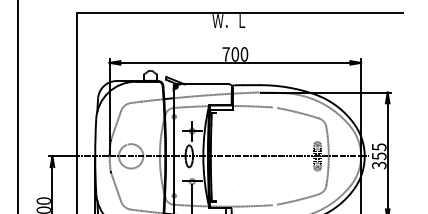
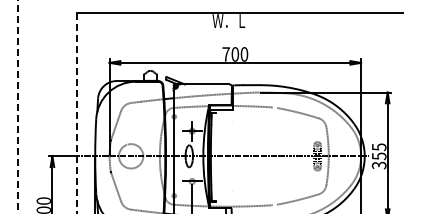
line at (18, 106): solid -> dashed
line at (77, 113): solid -> dashed
